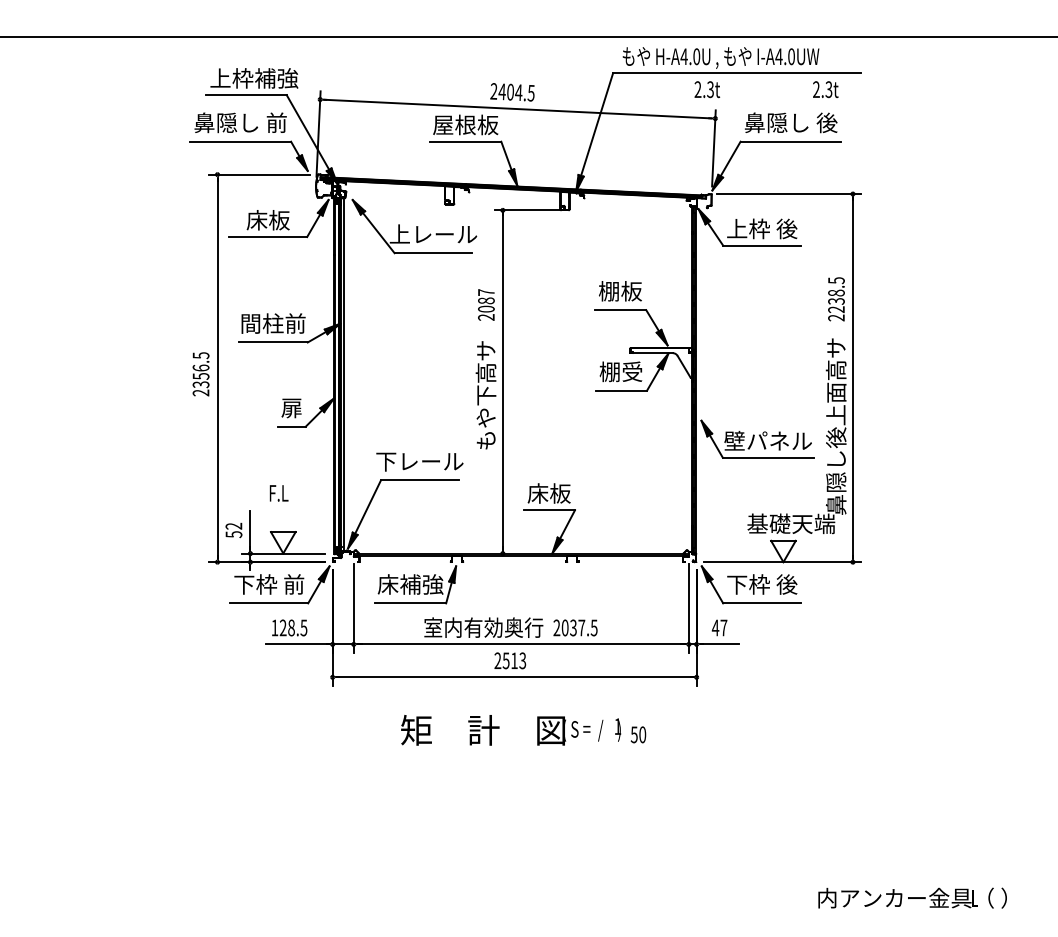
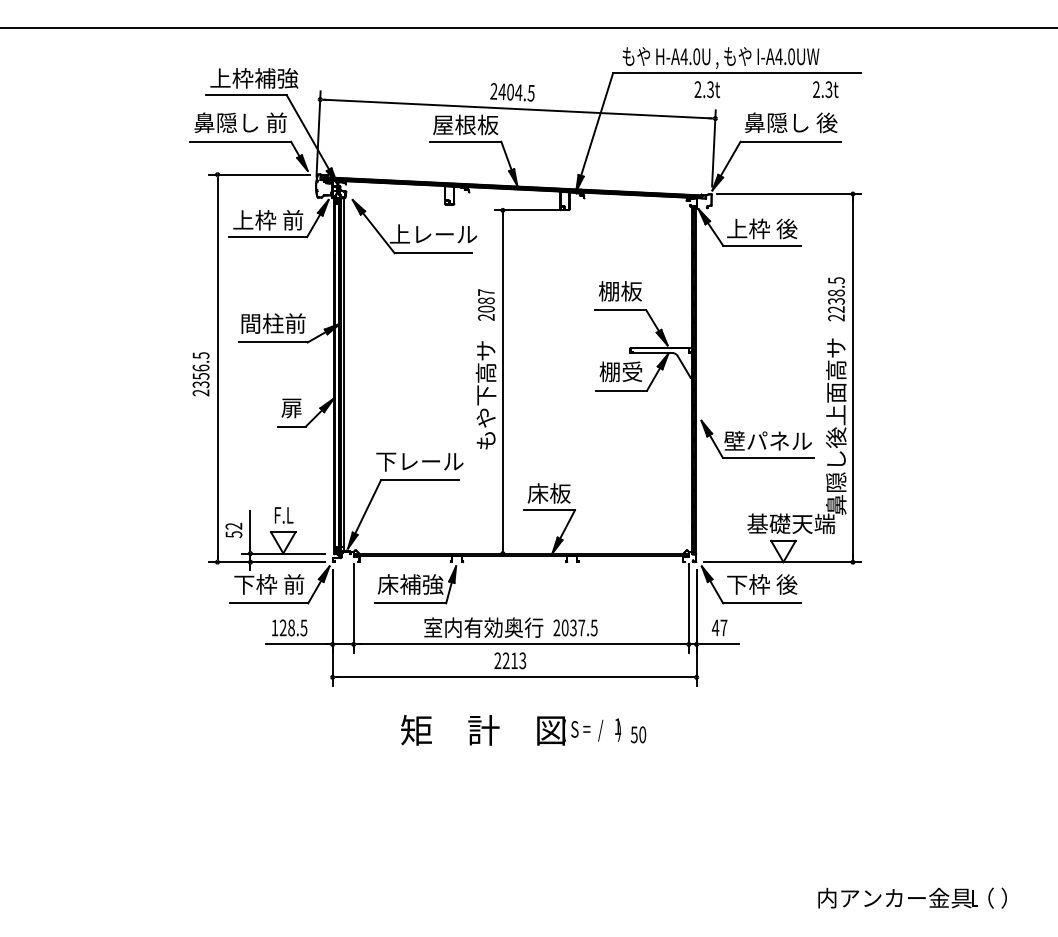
line at (528, 37) position: (528, 37) -> (528, 28)
text at (268, 220): 床板 -> 上枠 前
text at (278, 493) position: (278, 493) -> (283, 515)
text at (505, 660): 2513 -> 2213
